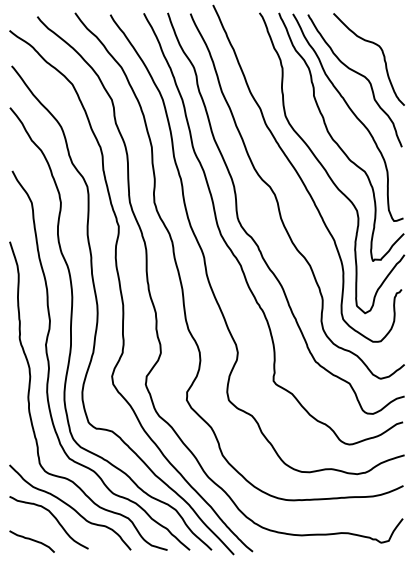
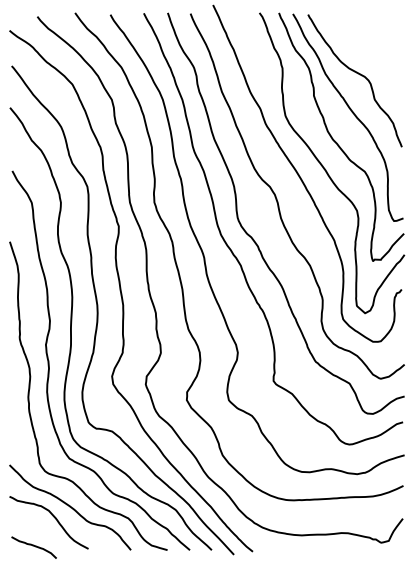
curve at (382, 54): present -> none
curve at (31, 540) position: (31, 540) -> (33, 546)
